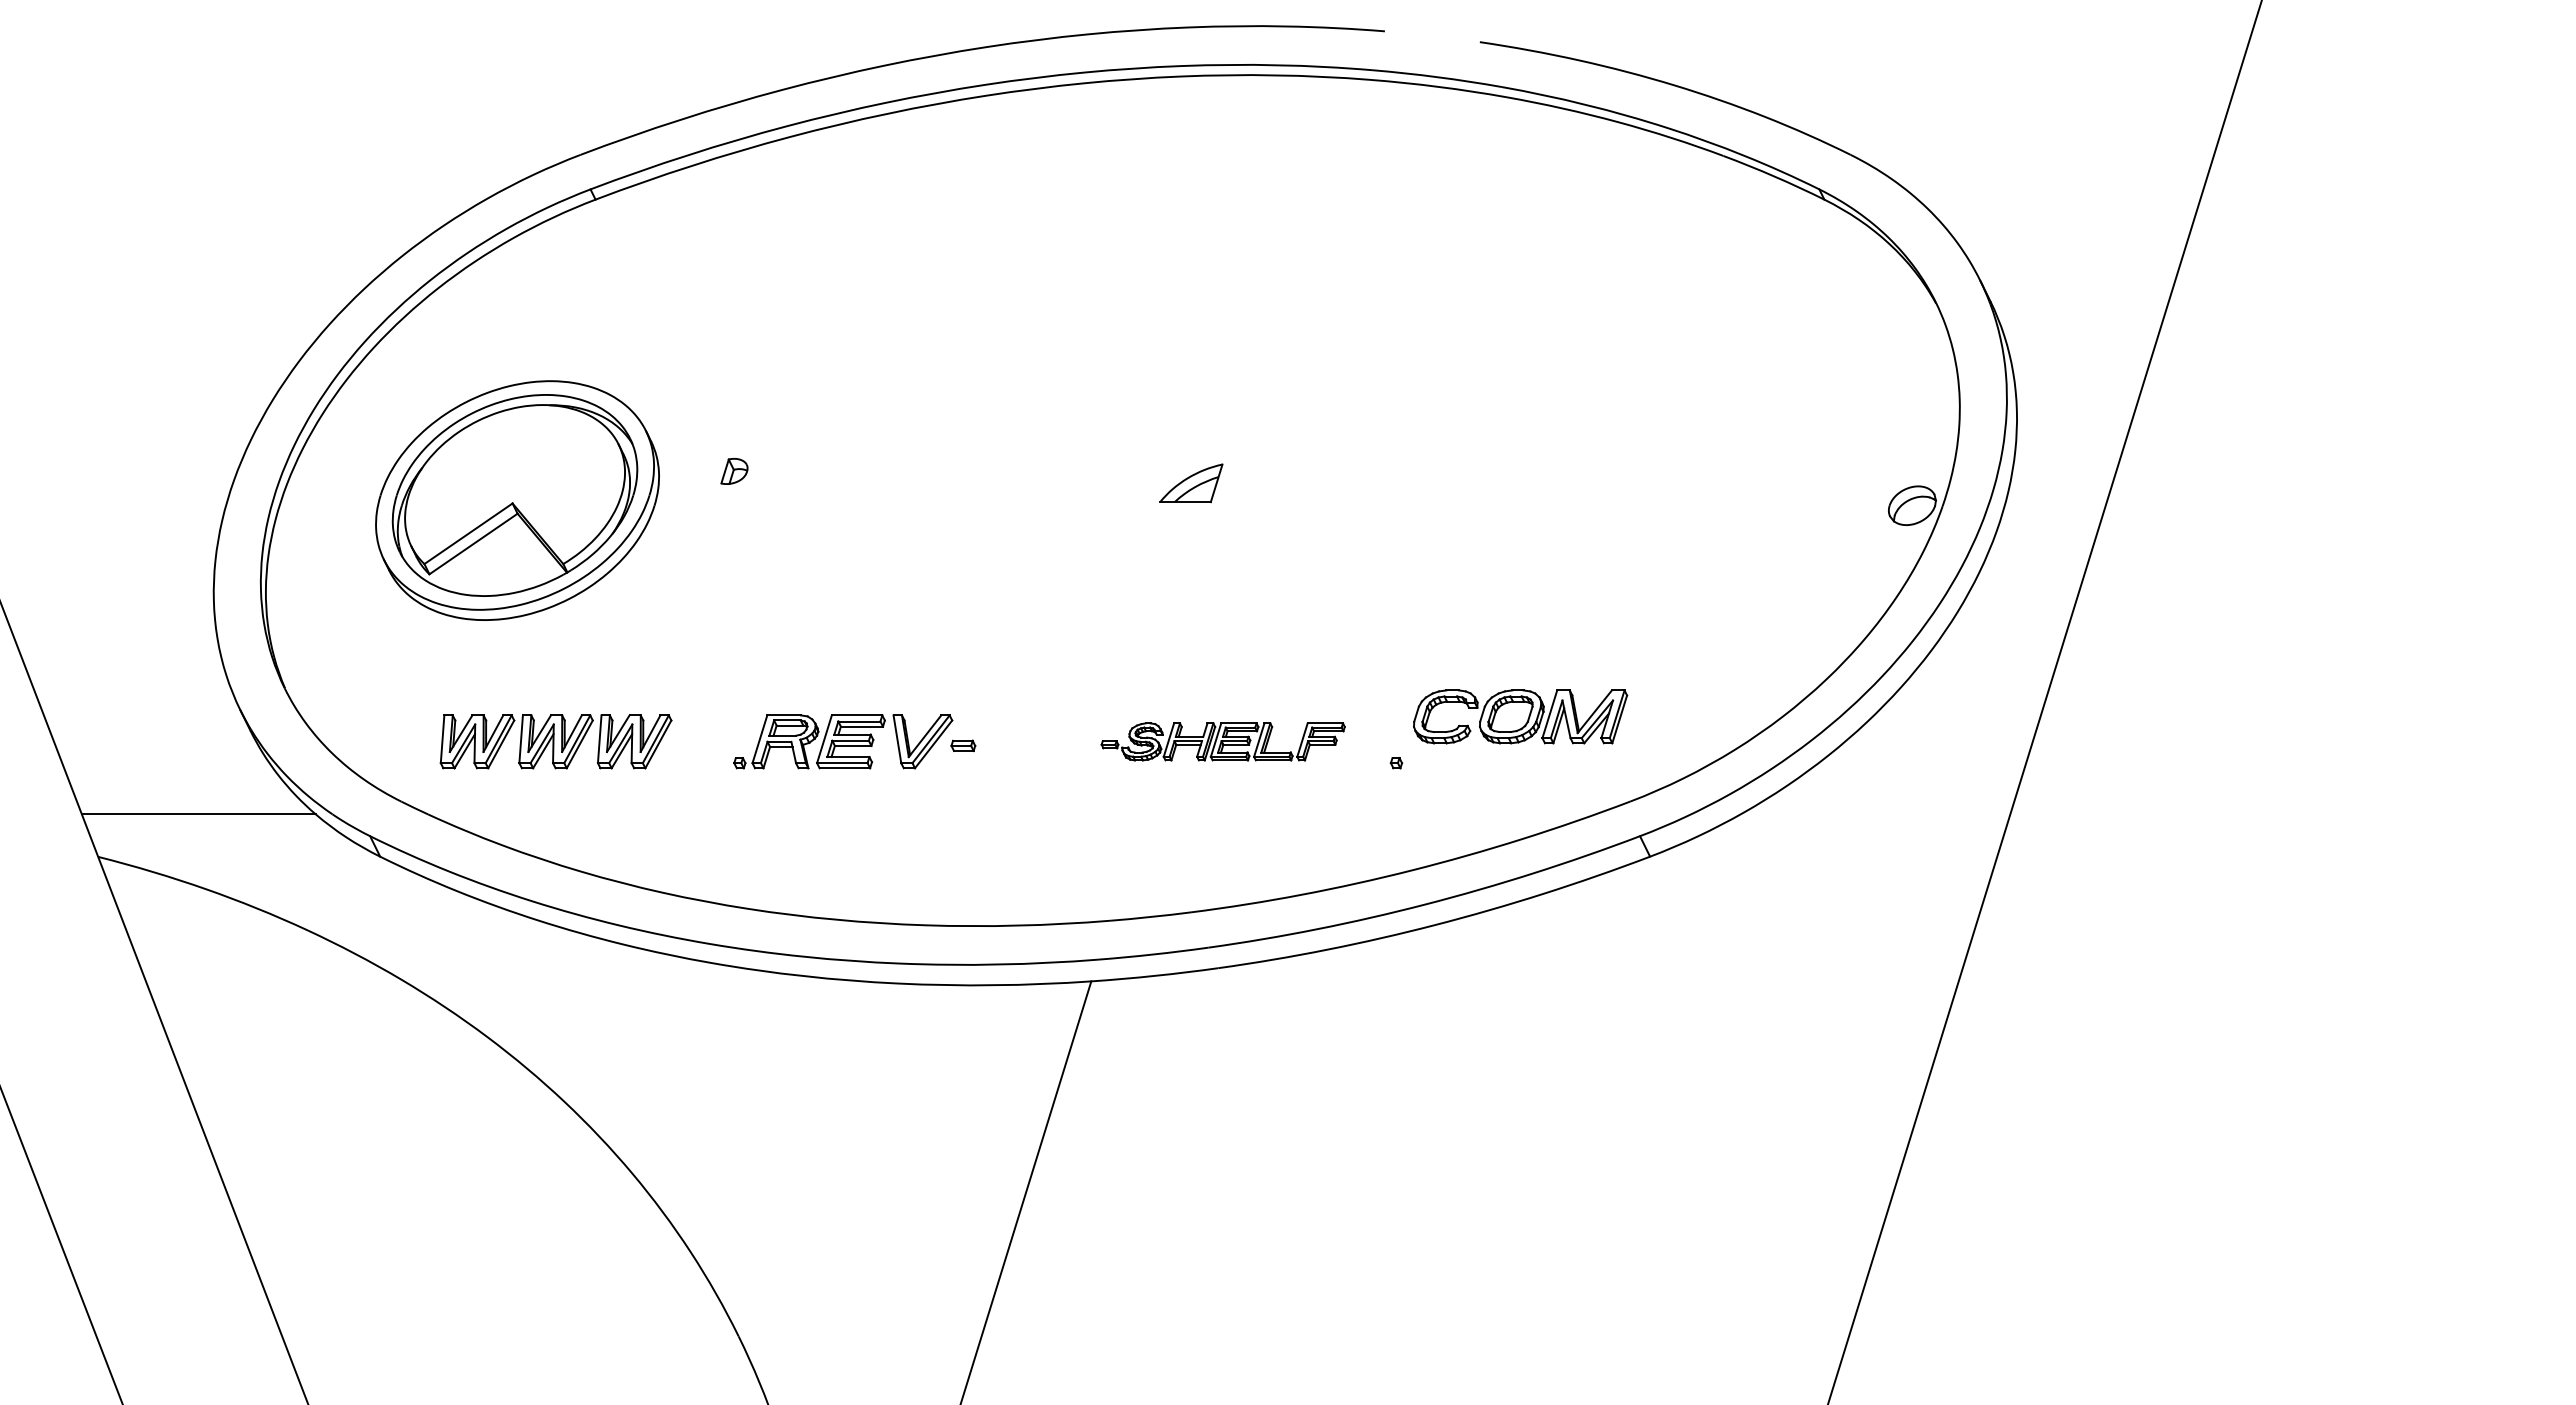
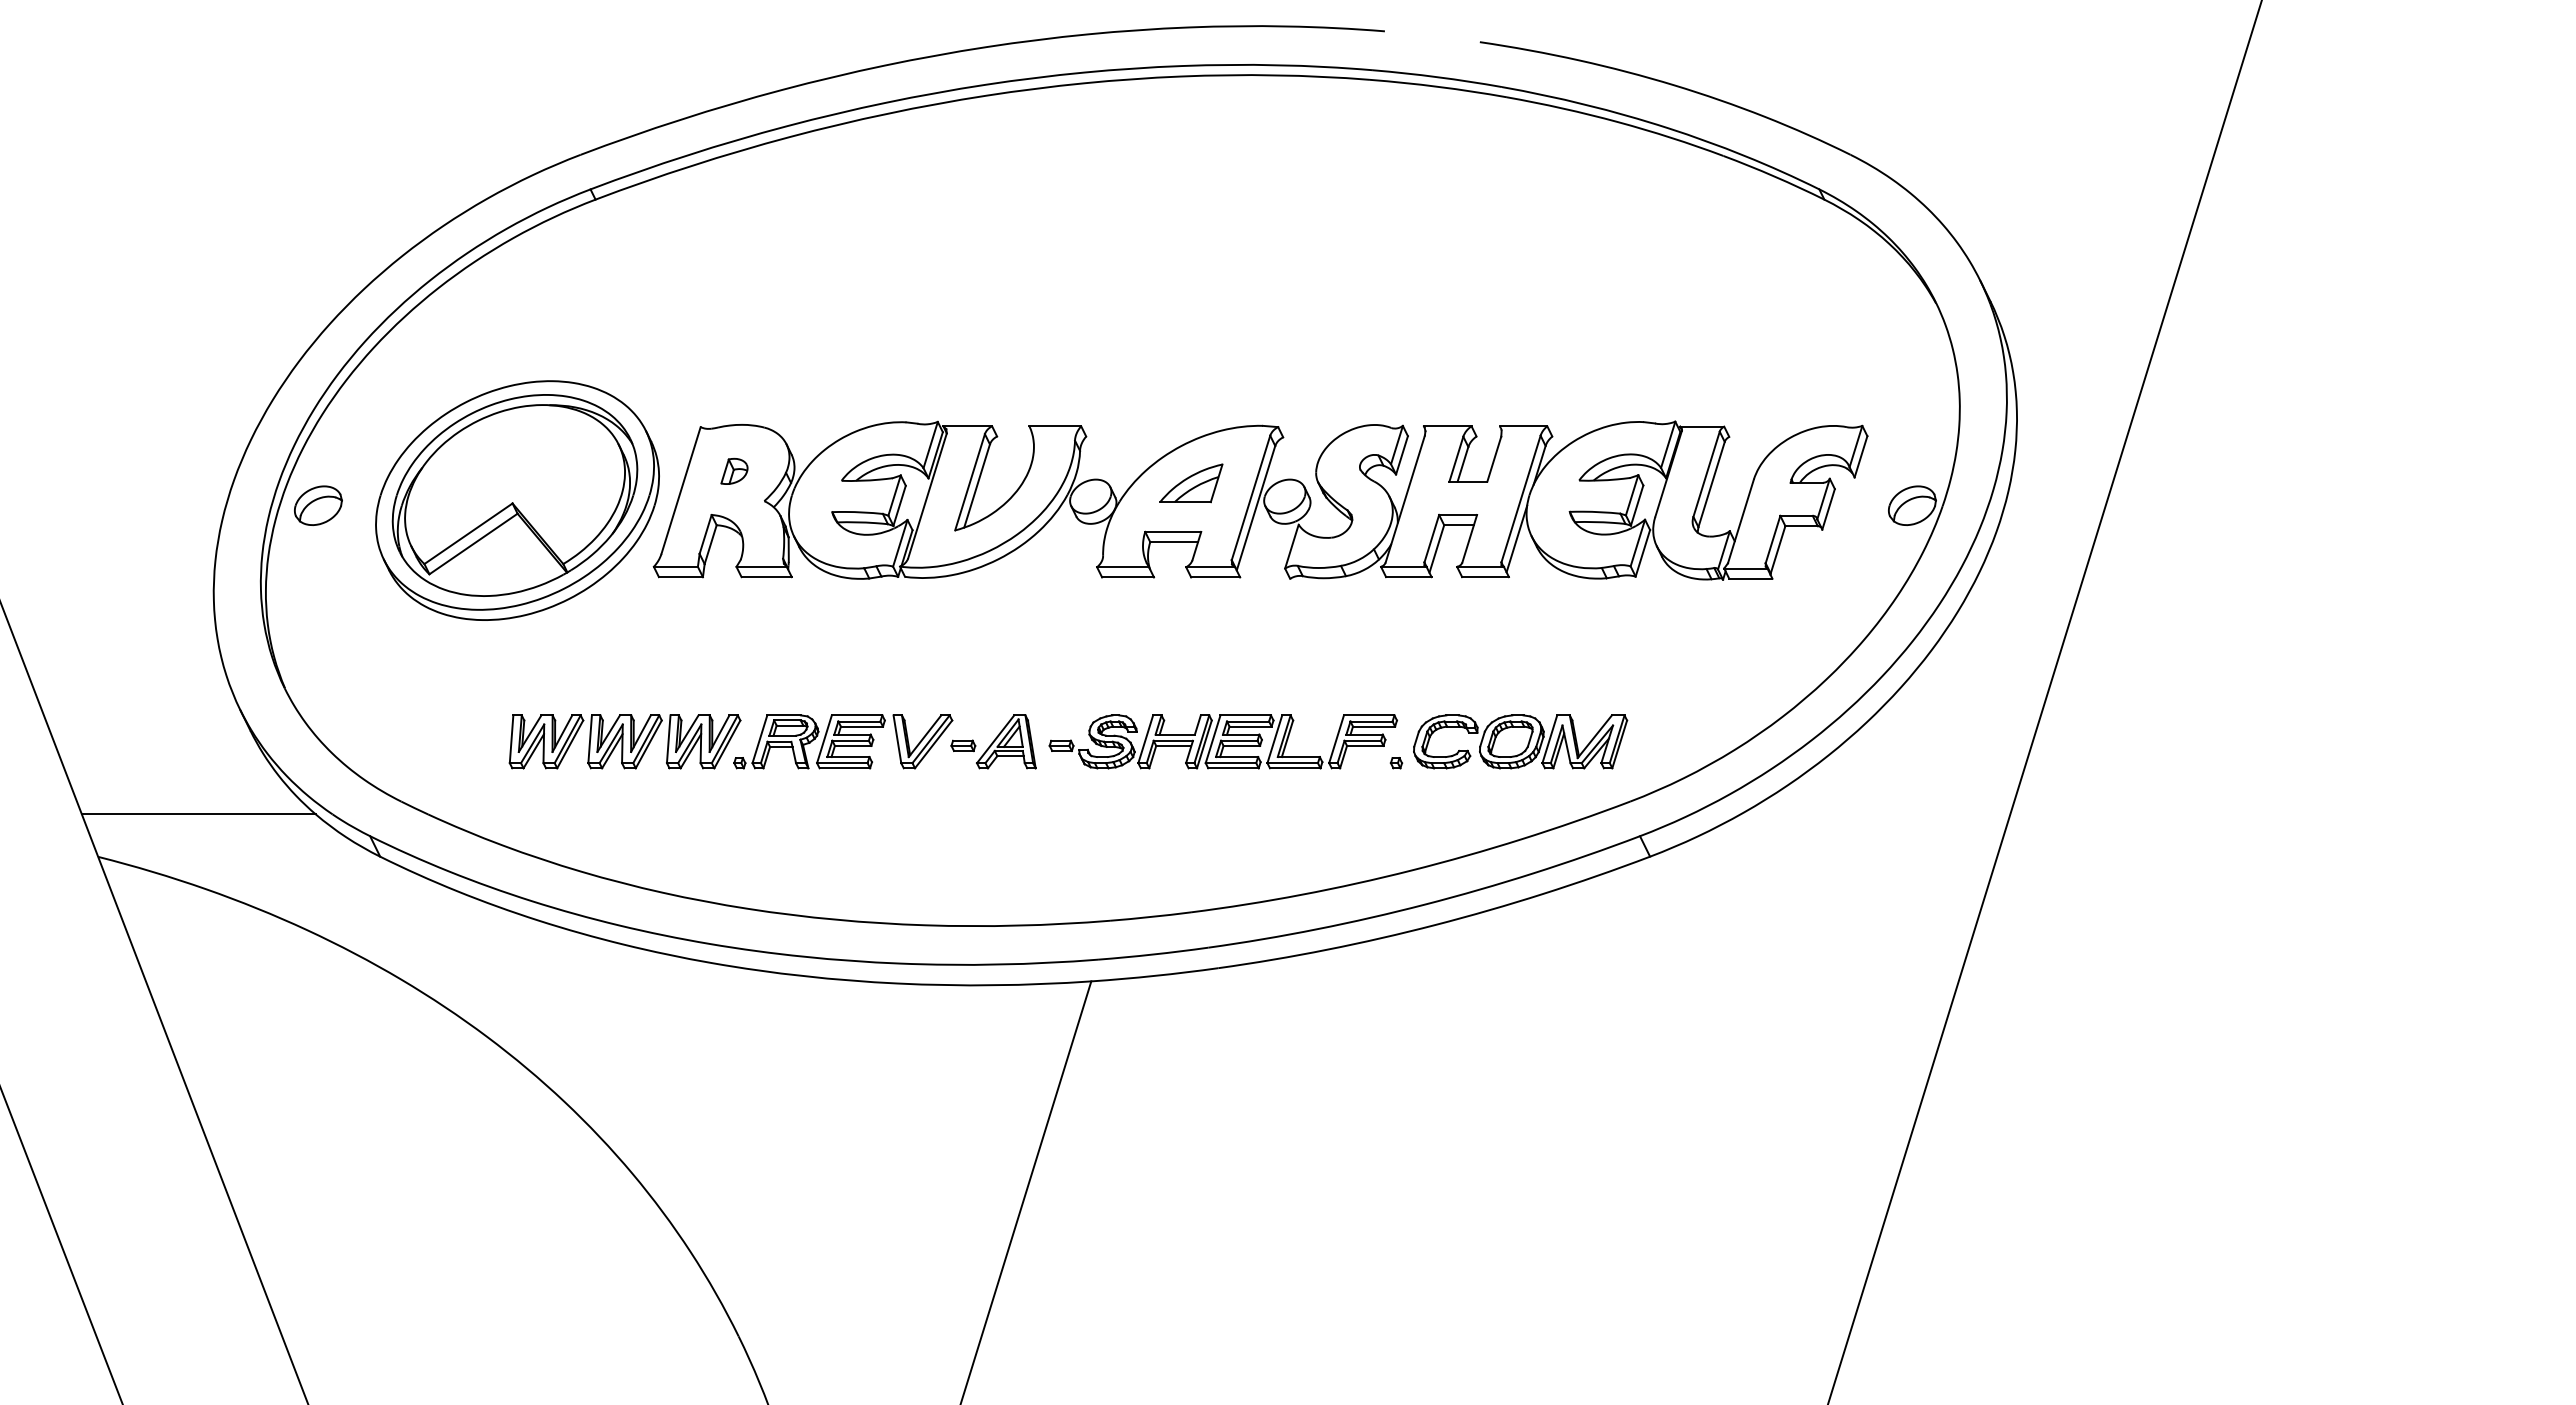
part at (1260, 500): none -> present
part at (318, 505): none -> present
part at (1520, 716) position: (1520, 716) -> (1520, 741)
part at (555, 741) position: (555, 741) -> (624, 741)
part at (1006, 741): none -> present
part at (1222, 741) size: 246x40 px -> 350x56 px
